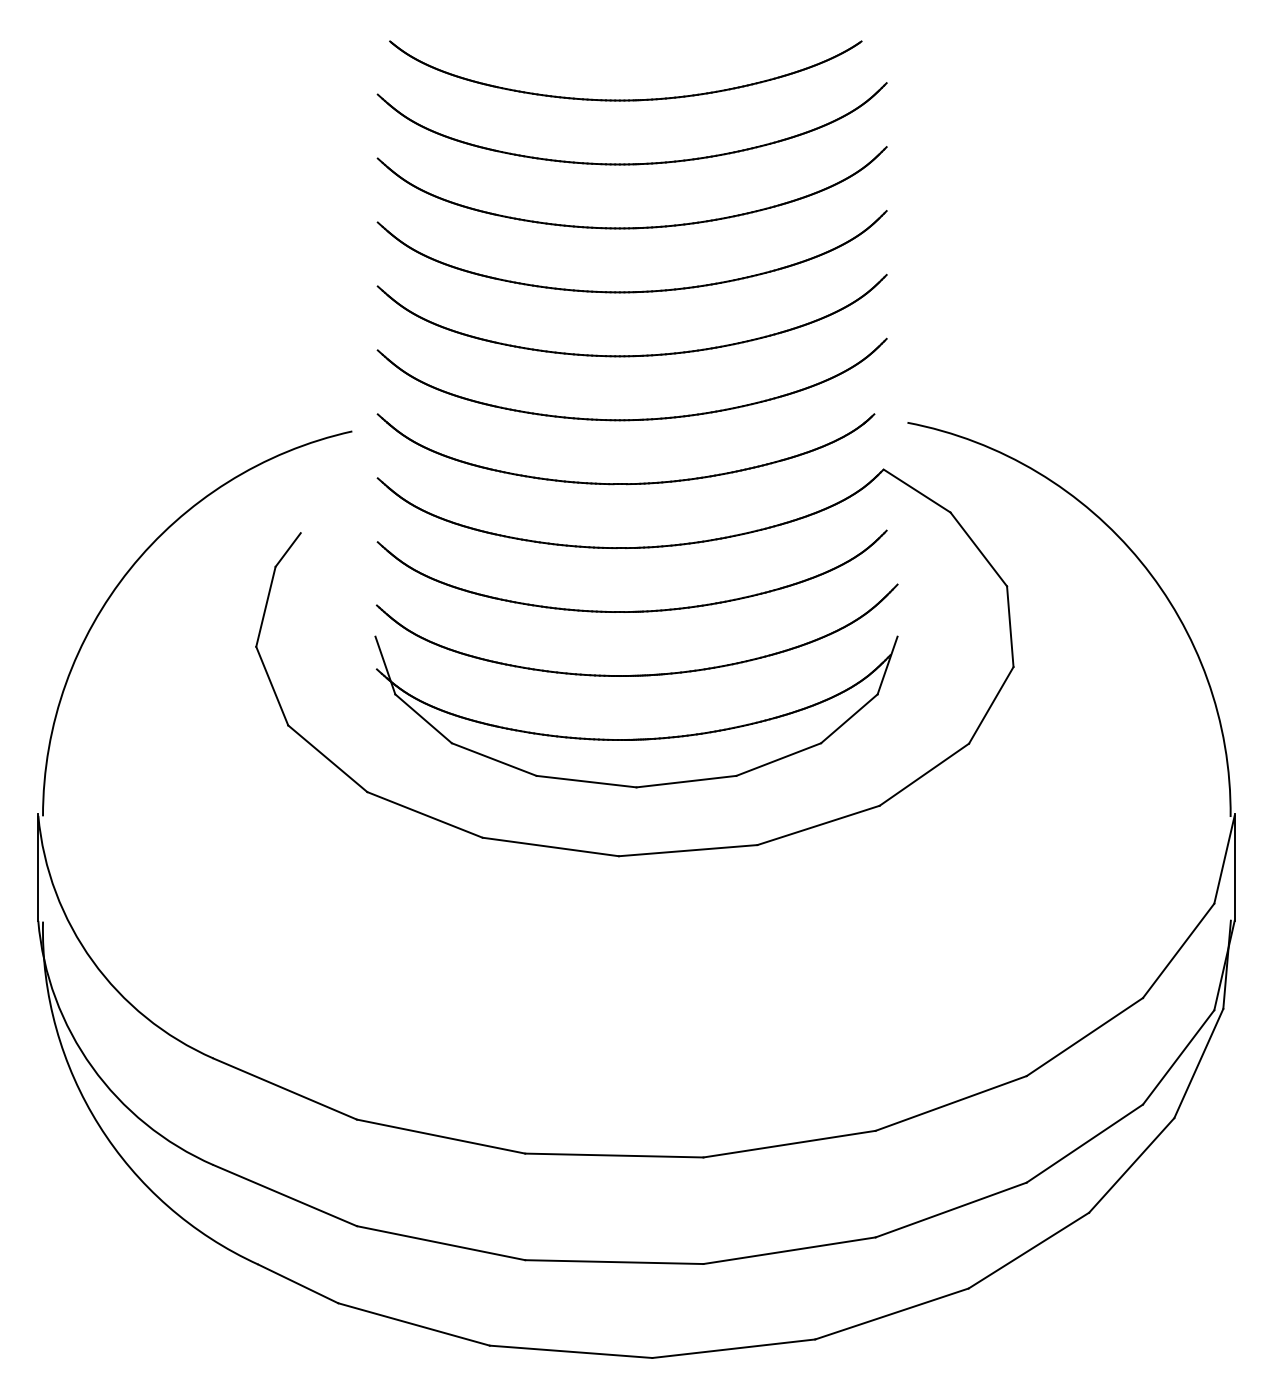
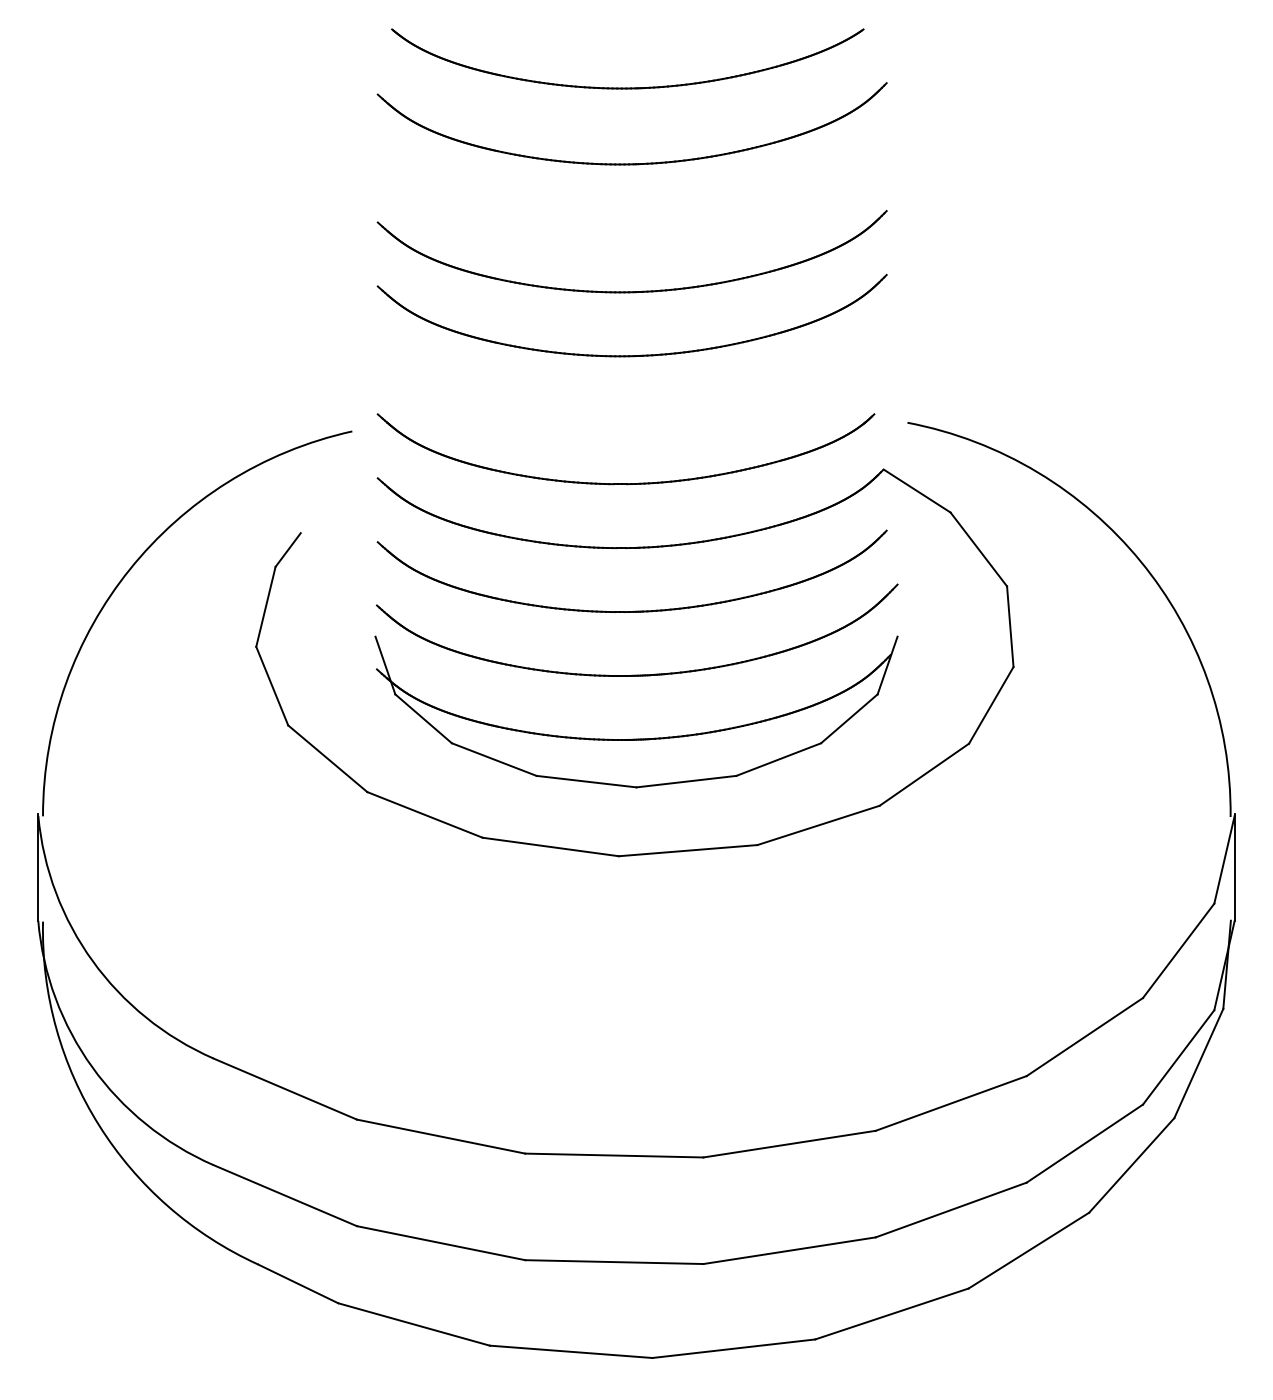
part at (625, 99) position: (625, 99) -> (627, 87)
part at (631, 227): present -> none
part at (631, 419): present -> none
